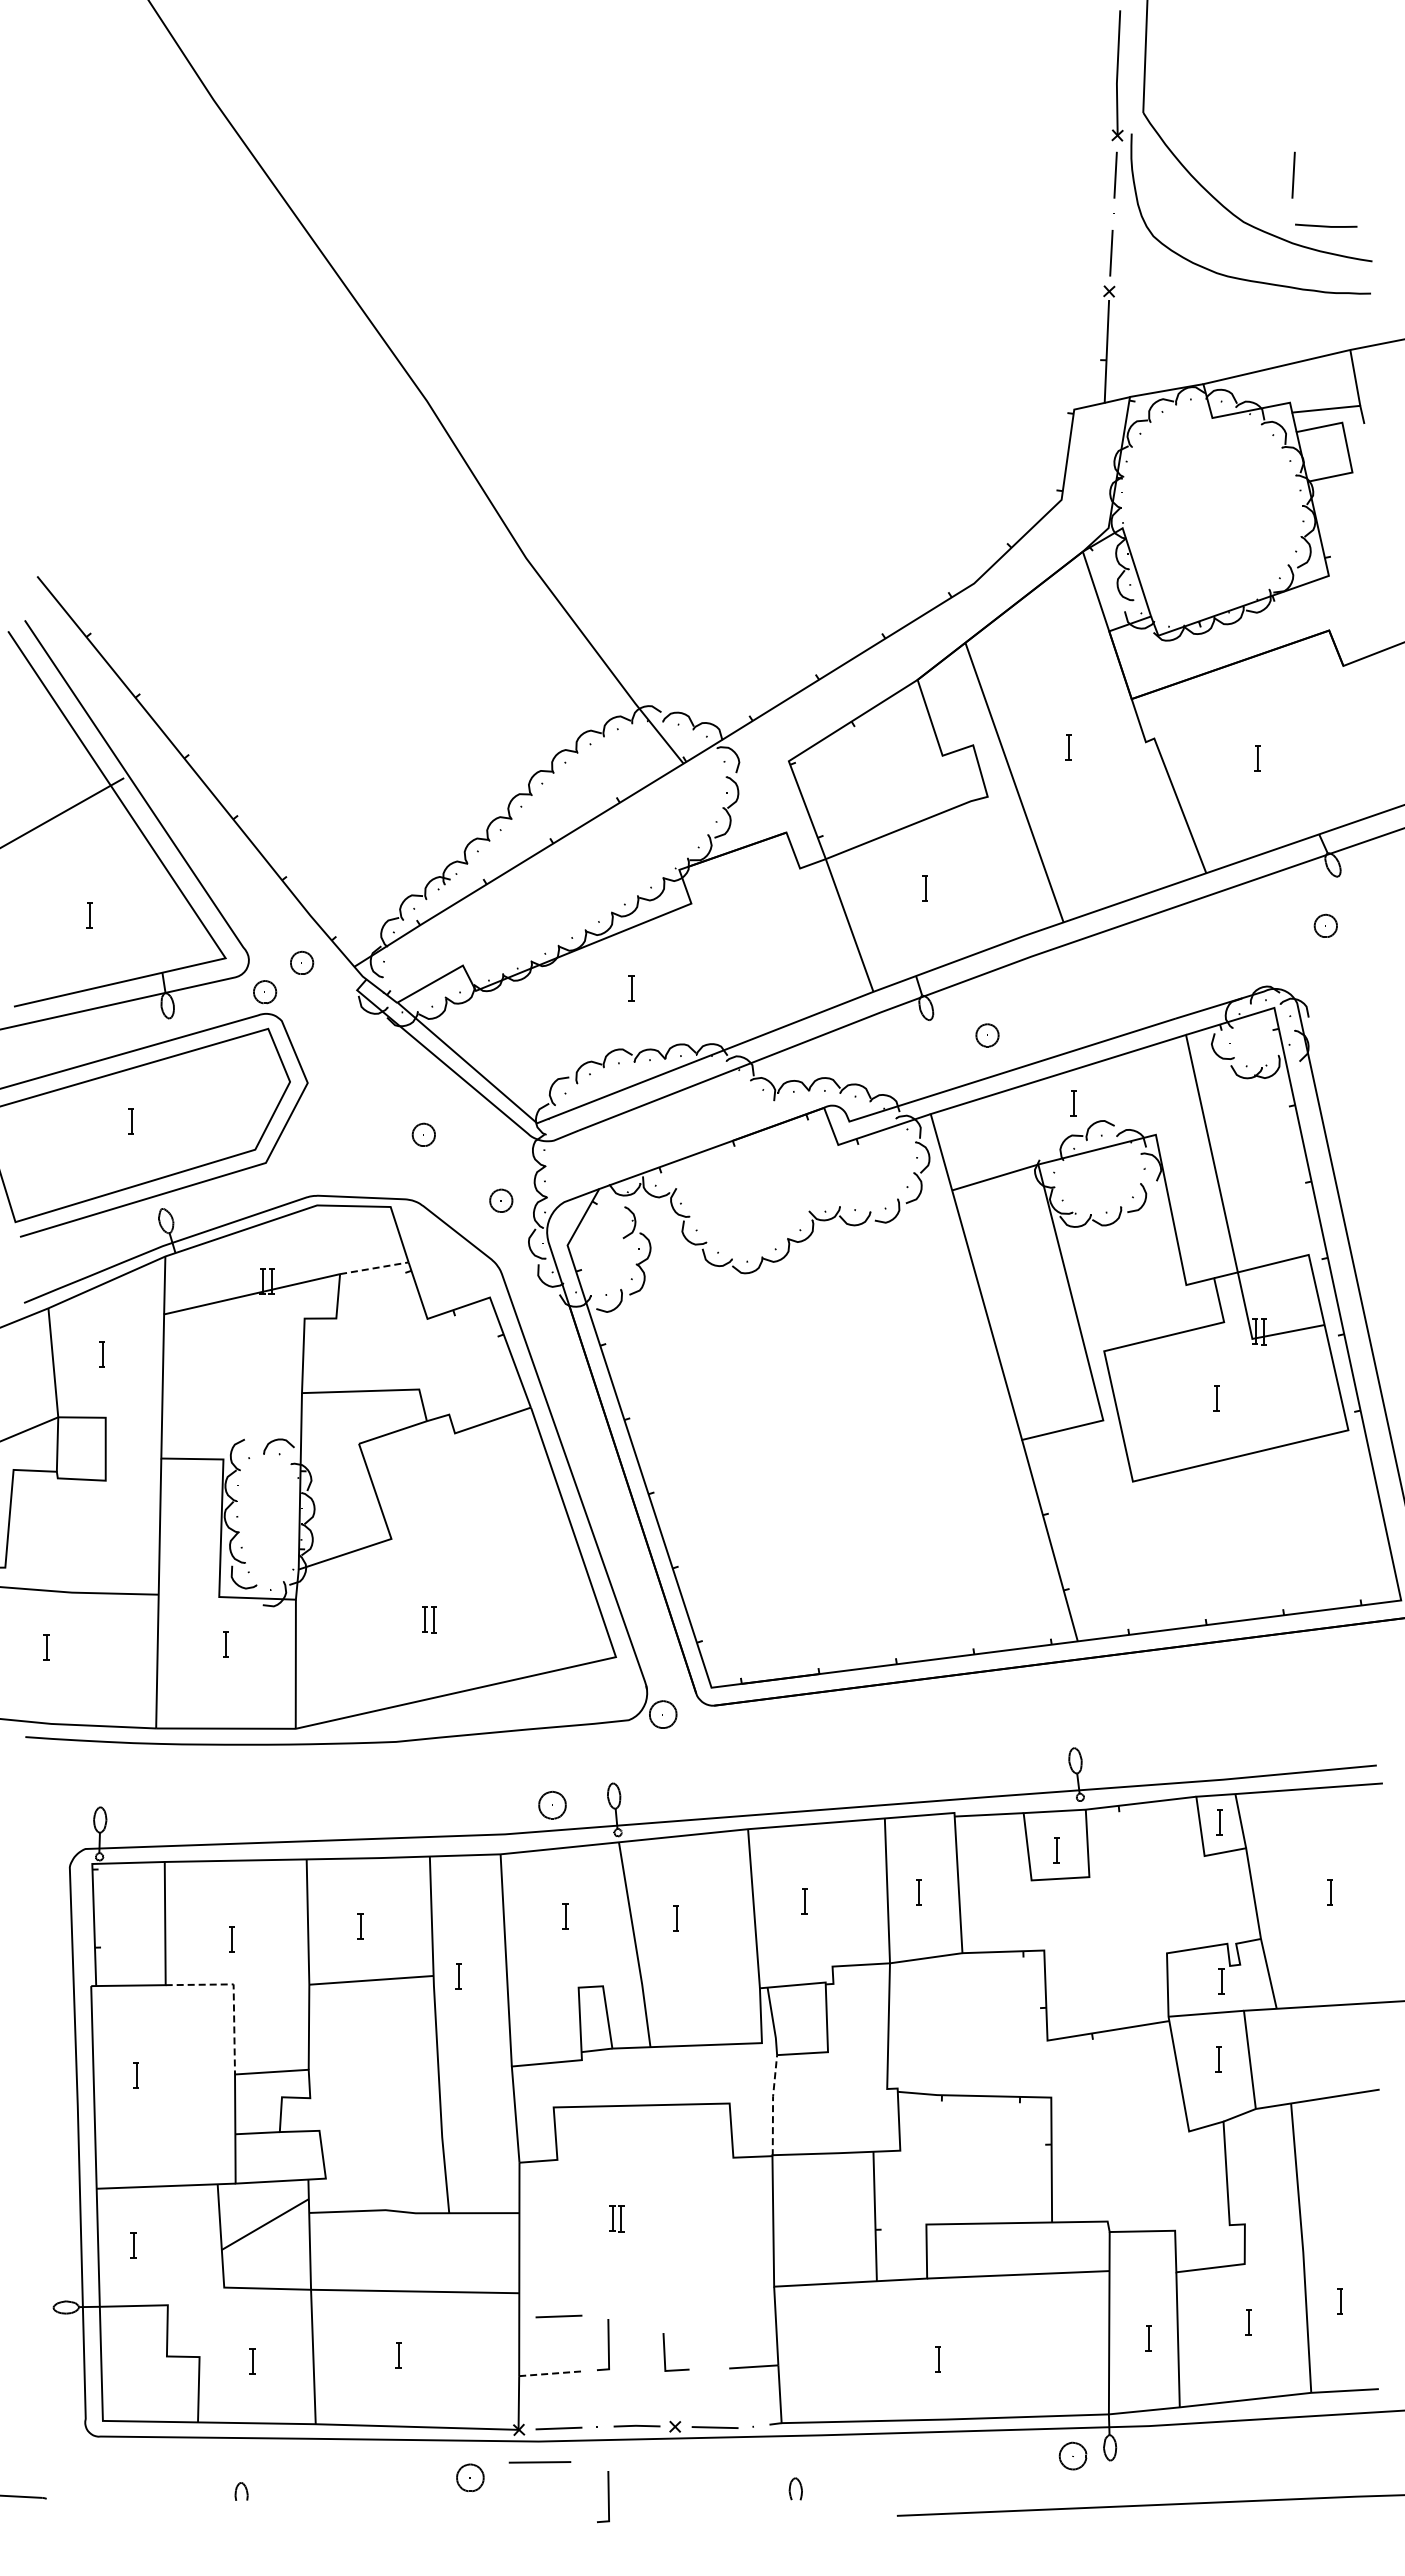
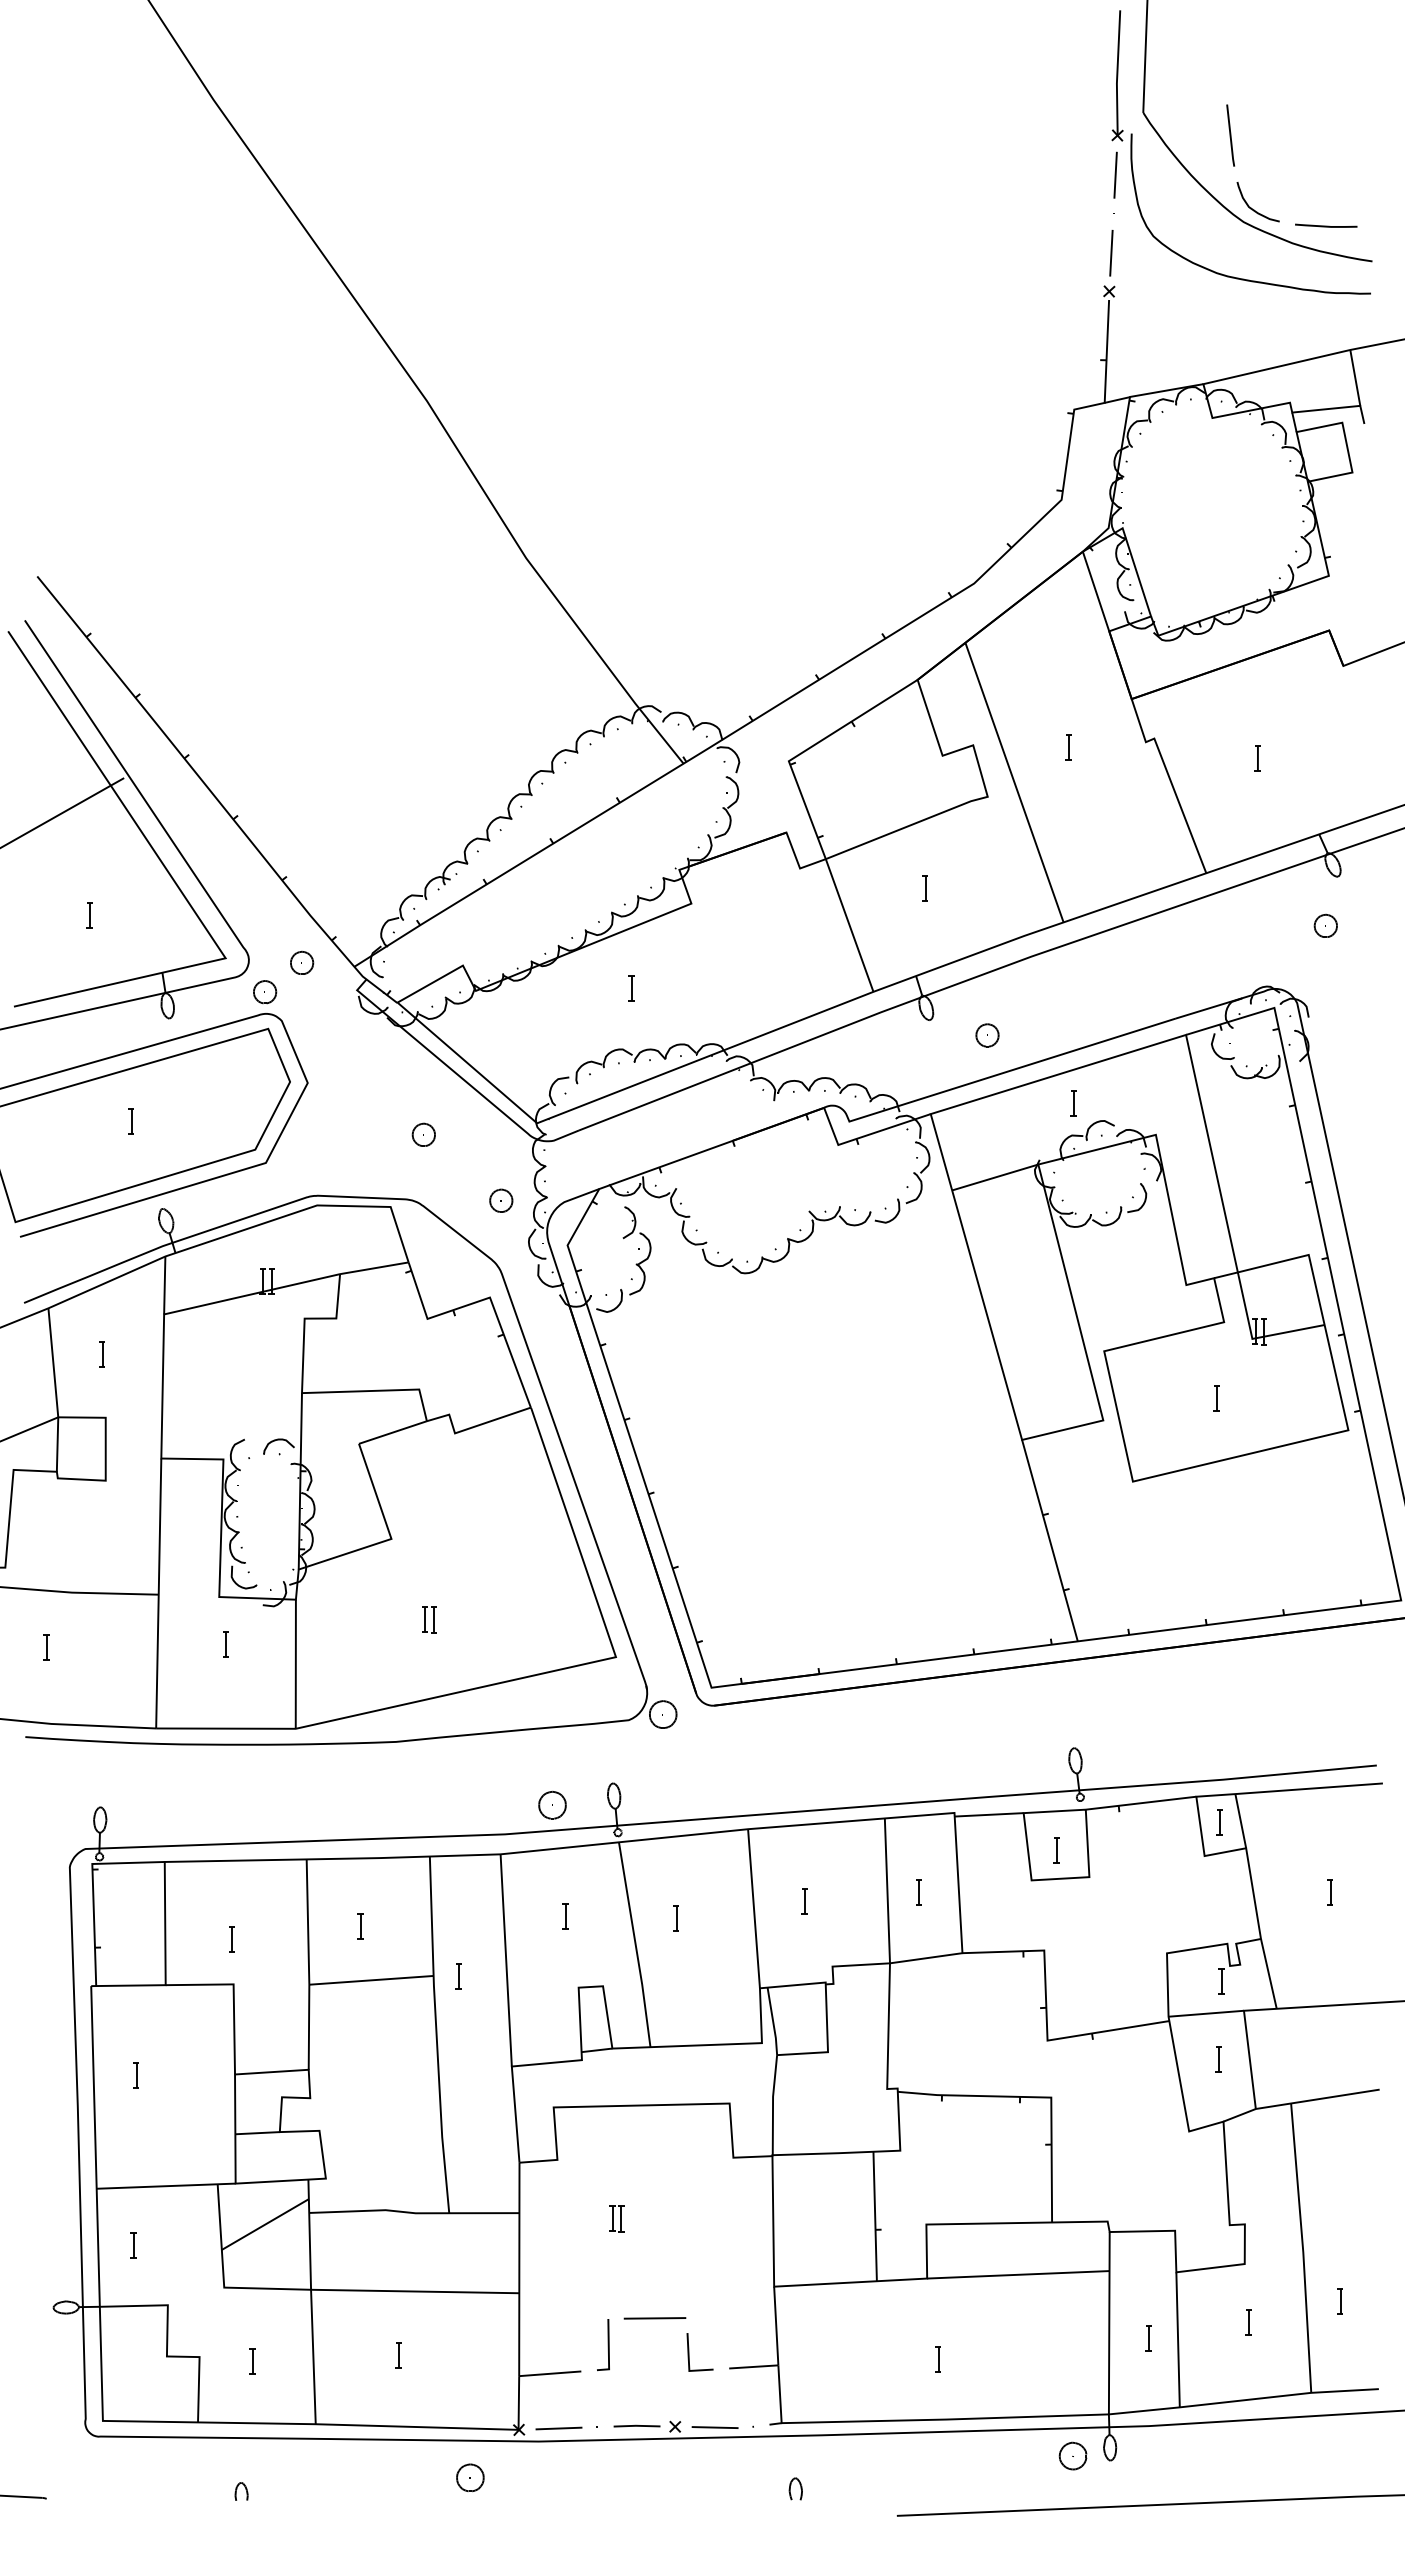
line at (1230, 135): none -> present
line at (1293, 174): present -> none
curve at (1254, 209): none -> present
line at (374, 1268): dashed -> solid
line at (233, 1995): dashed -> solid
line at (773, 2105): dashed -> solid
line at (558, 2316): present -> none
line at (665, 2352) position: (665, 2352) -> (689, 2352)
line at (550, 2373): dashed -> solid
line at (539, 2462) position: (539, 2462) -> (654, 2318)
line at (607, 2497): present -> none
